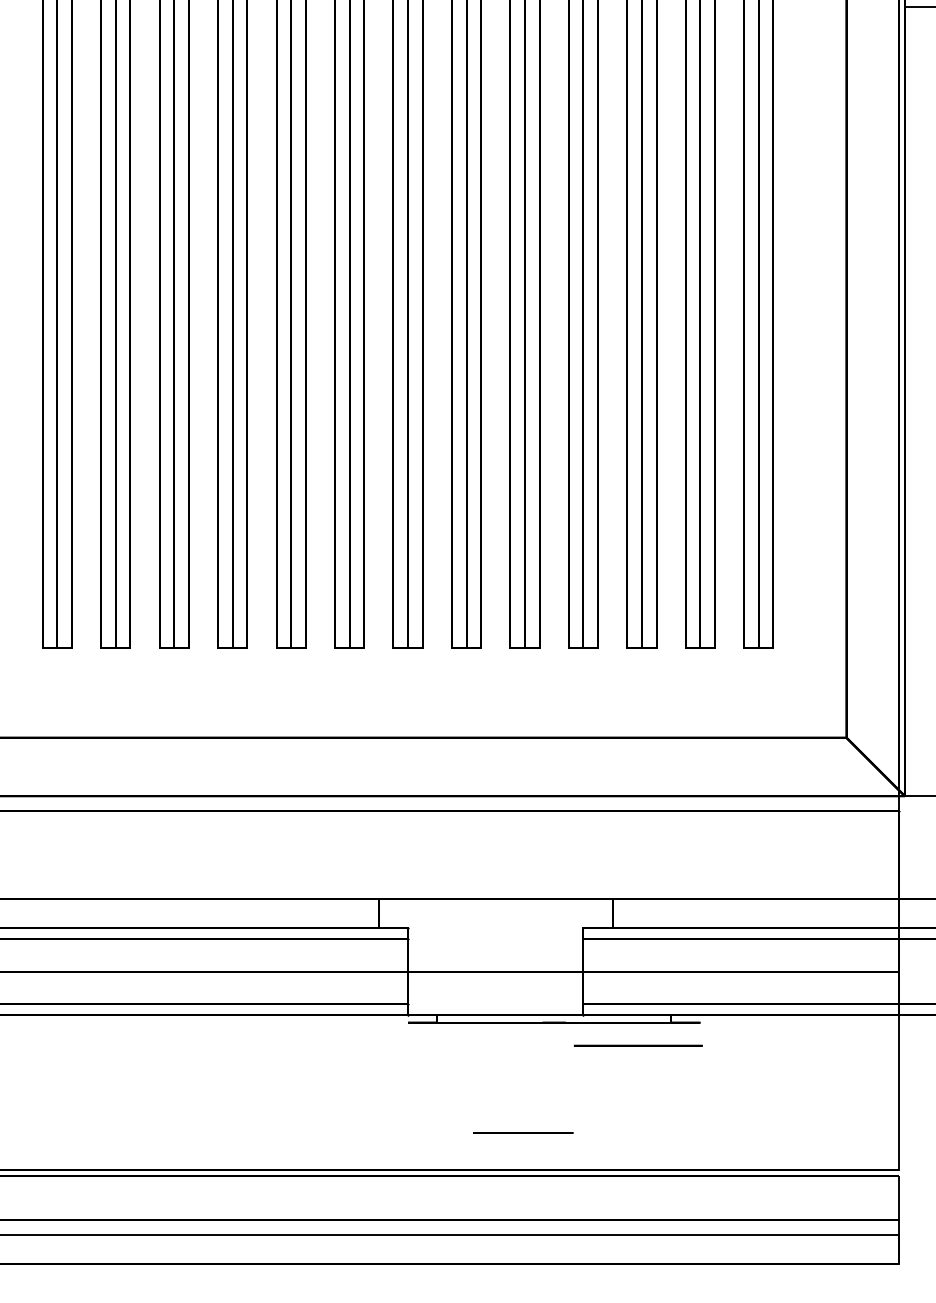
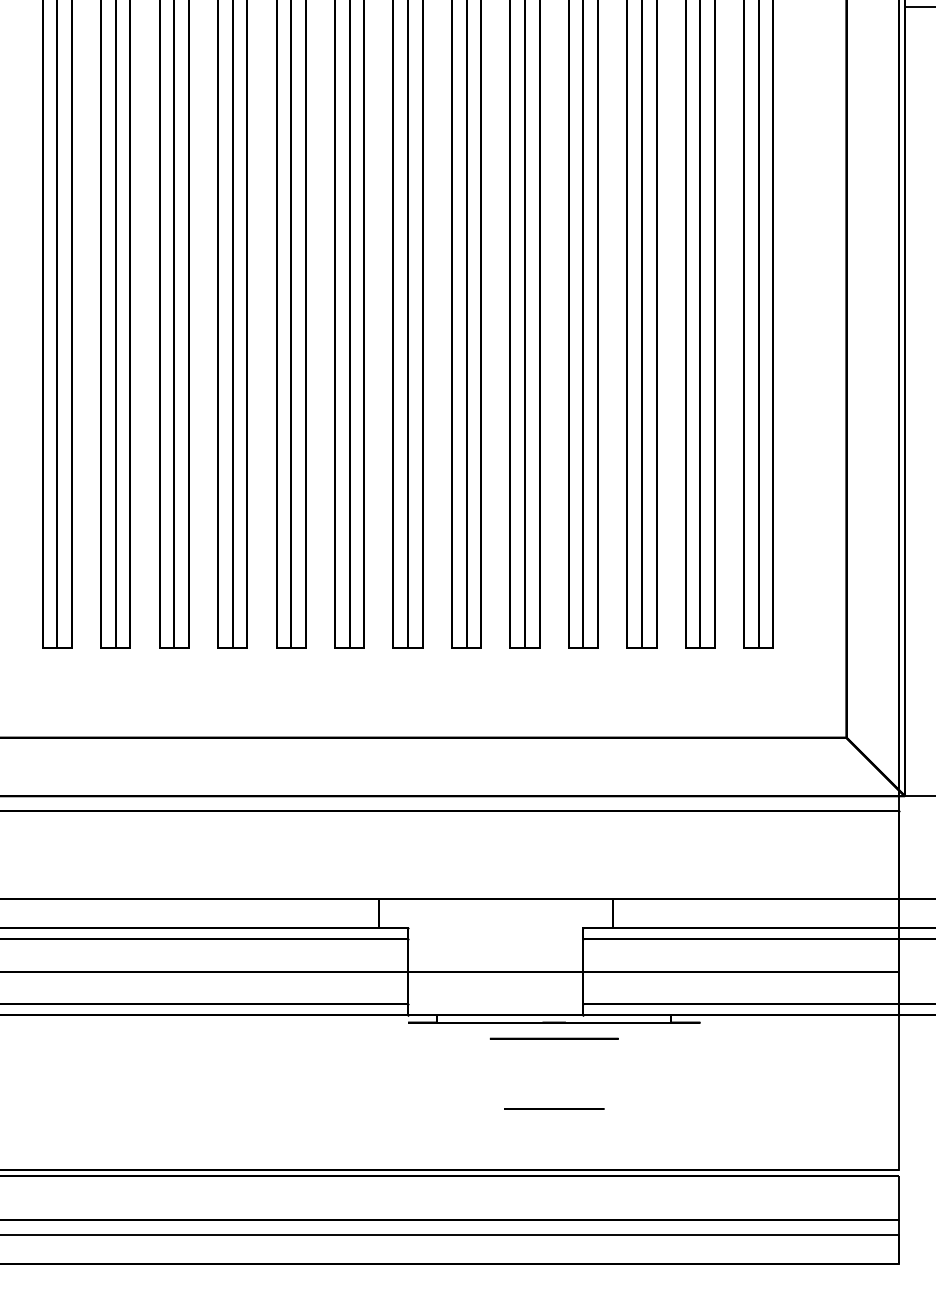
circle at (637, 1045) position: (637, 1045) -> (553, 1038)
line at (523, 1132) position: (523, 1132) -> (554, 1108)
